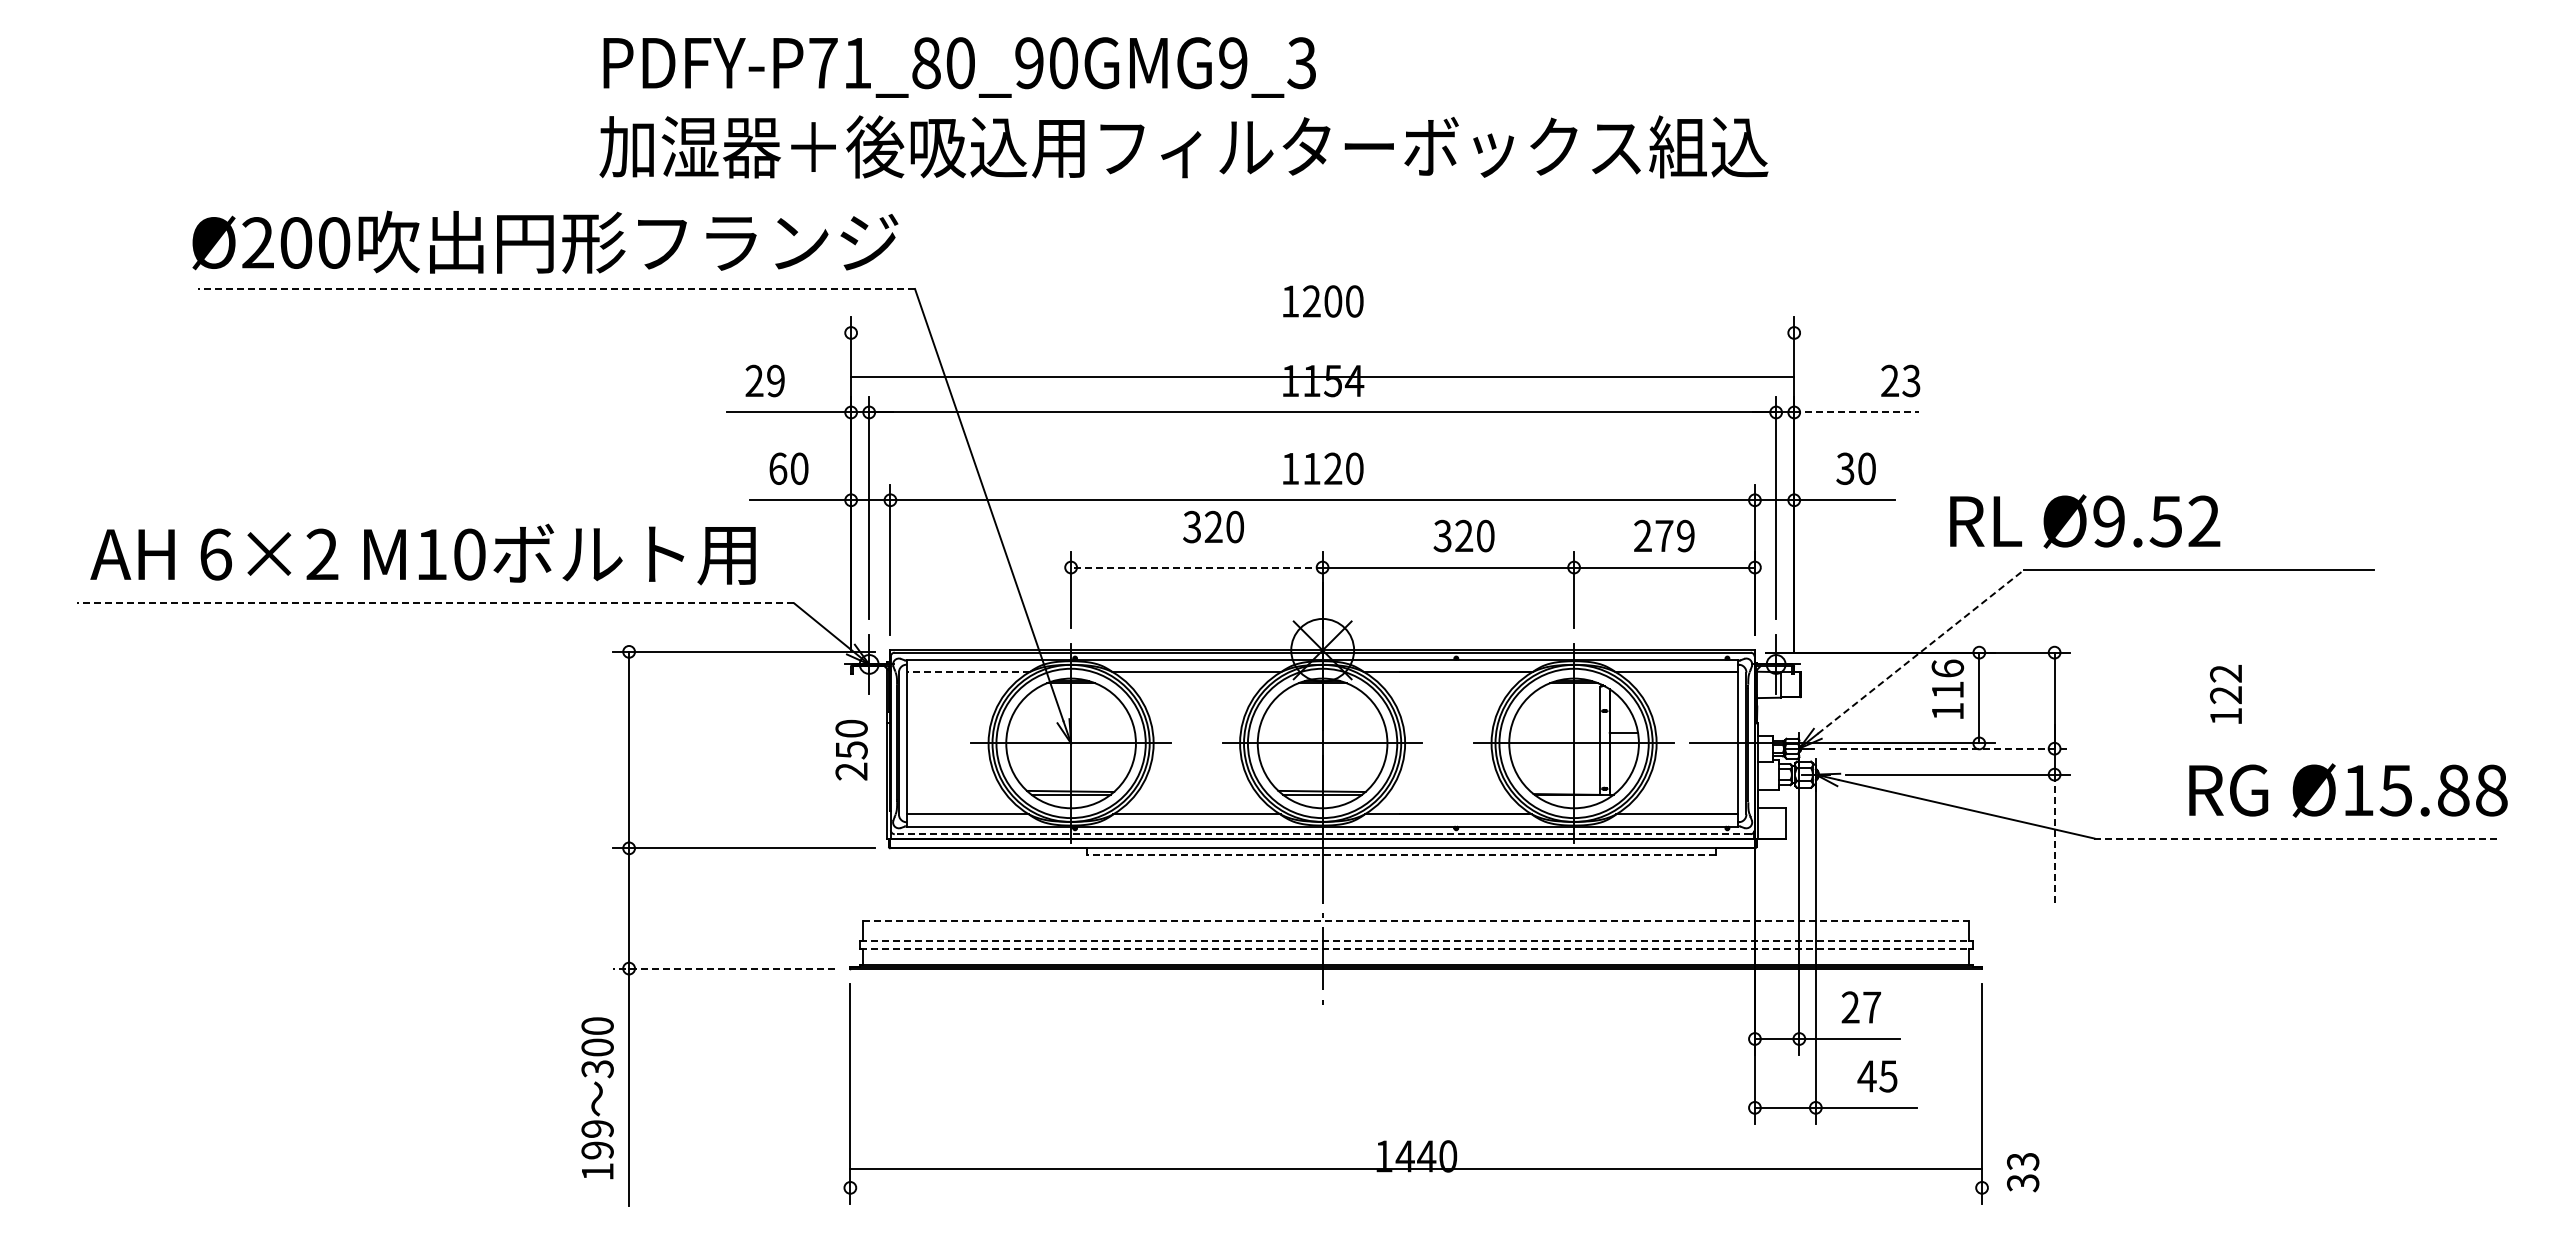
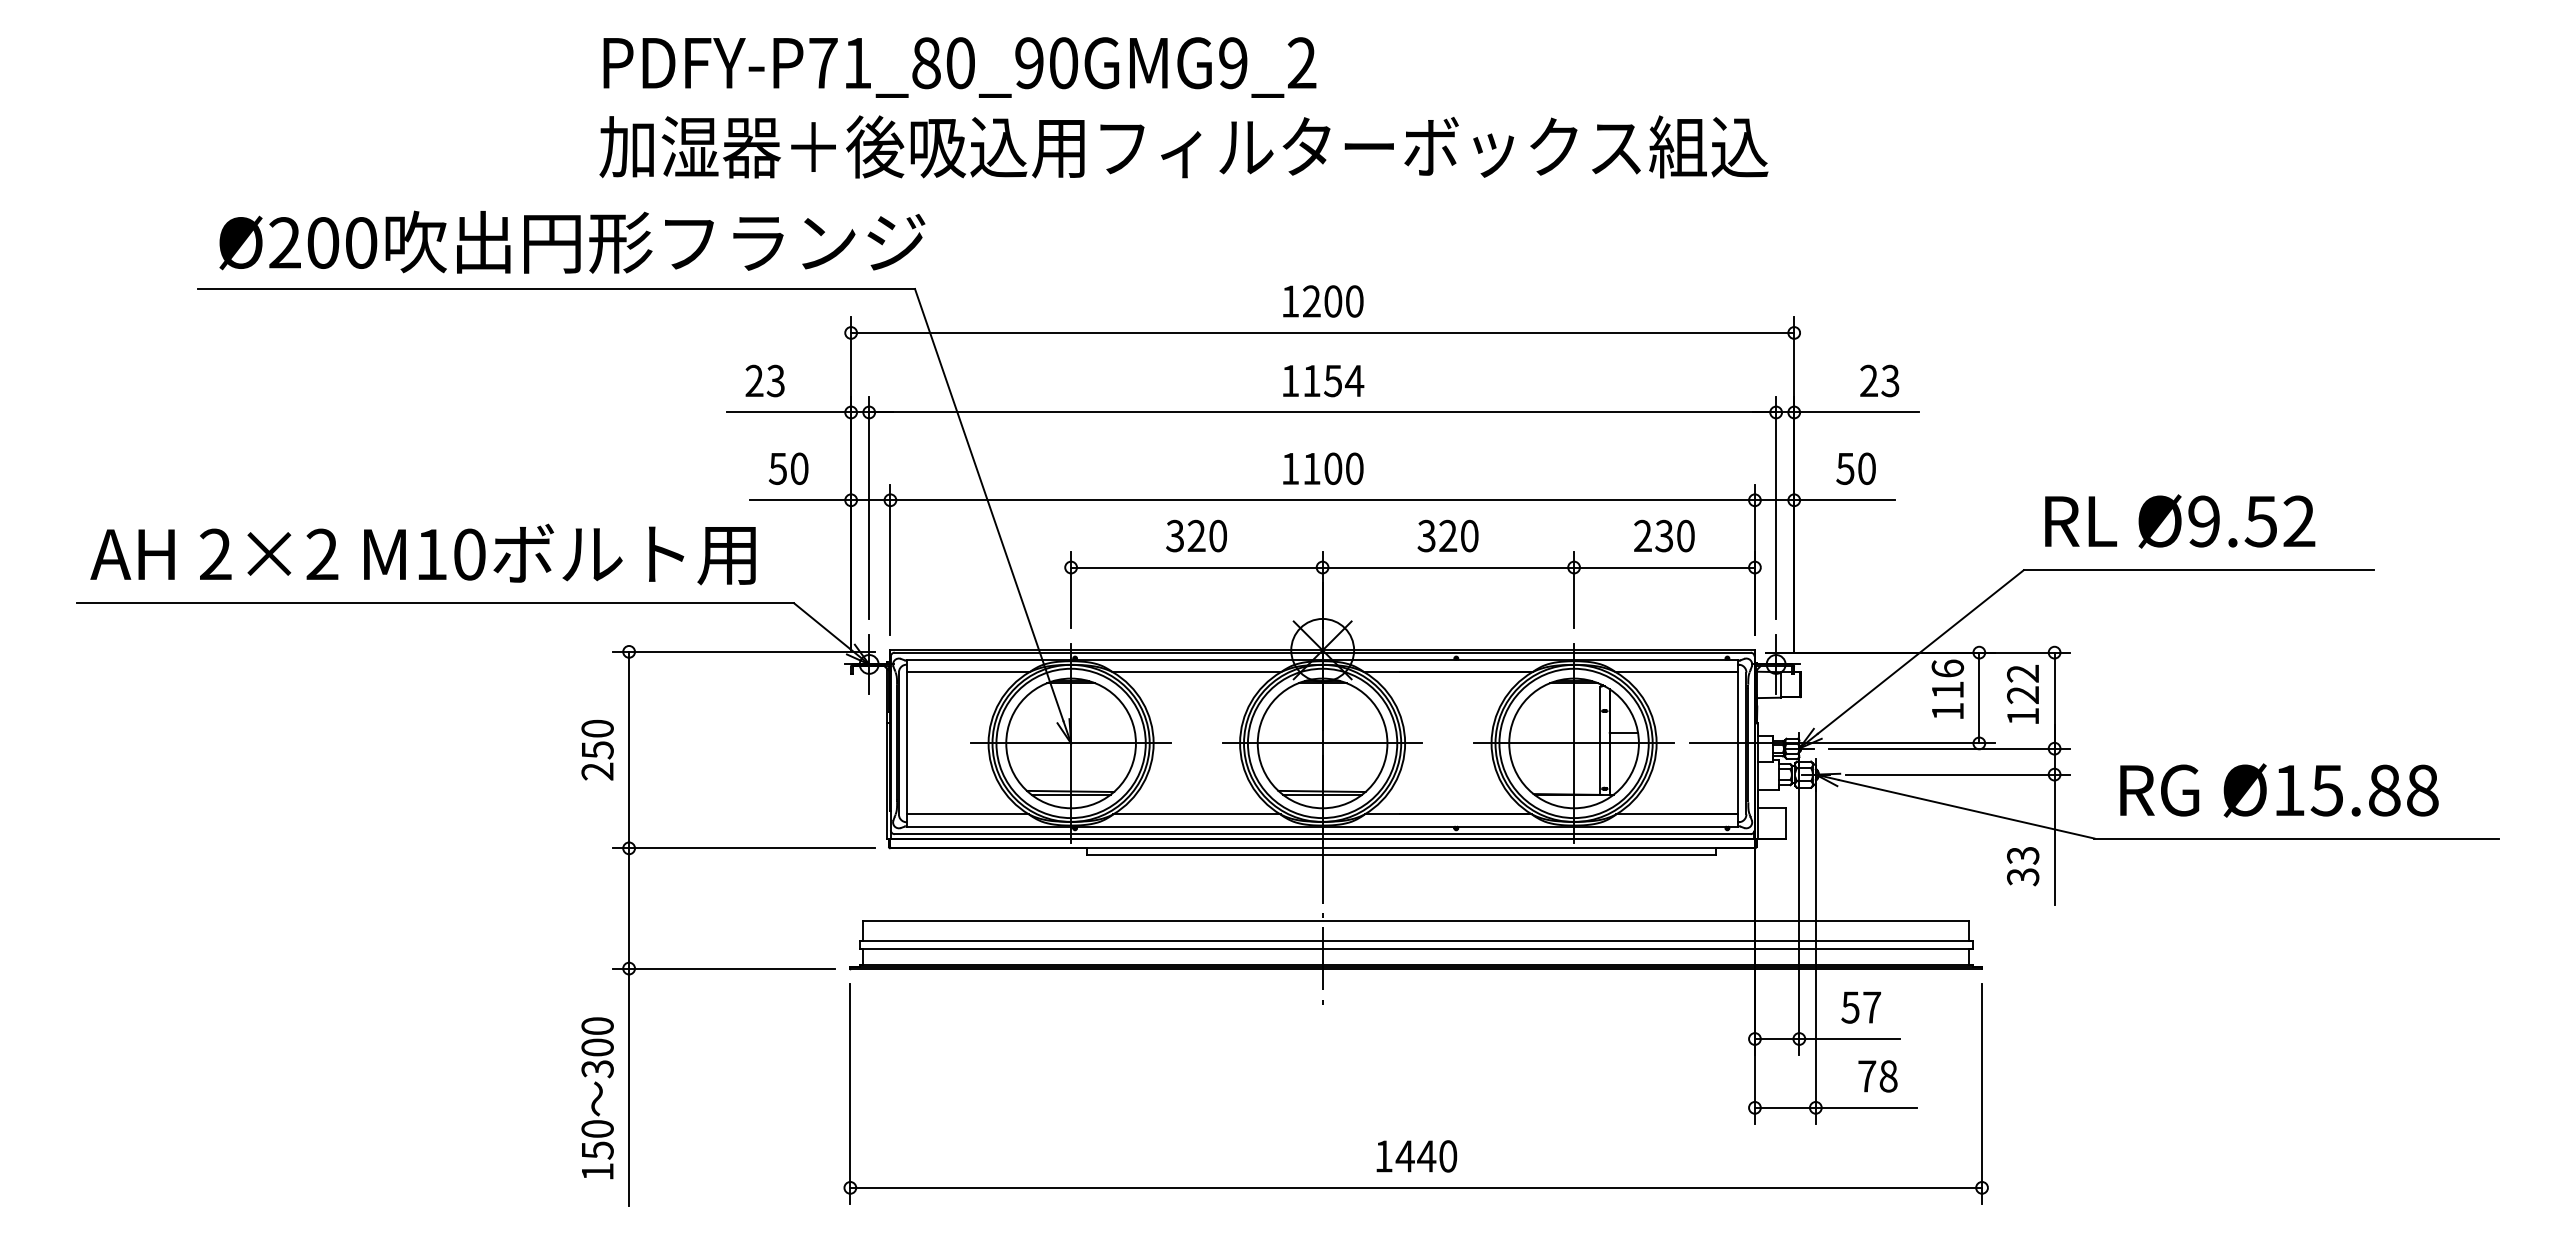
text at (1301, 63): PDFY-P71_80_90GMG9_3 -> PDFY-P71_80_90GMG9_2
text at (545, 241) position: (545, 241) -> (572, 241)
line at (556, 289): dashed -> solid
line at (1322, 376) position: (1322, 376) -> (1322, 332)
text at (1900, 380) position: (1900, 380) -> (1879, 380)
text at (775, 381): 29 -> 23
line at (1856, 412): dashed -> solid
text at (777, 468): 60 -> 50
text at (1333, 468): 1120 -> 1100
text at (1845, 468): 30 -> 50
text at (2085, 521) position: (2085, 521) -> (2180, 521)
text at (1213, 526) position: (1213, 526) -> (1196, 535)
text at (1463, 535) position: (1463, 535) -> (1447, 535)
text at (1674, 535): 279 -> 230
text at (215, 554): 6×2 -> 2×2
line at (1196, 567): dashed -> solid
line at (435, 603): dashed -> solid
line at (1920, 652): dashed -> solid
line at (967, 672): dashed -> solid
text at (2225, 694) position: (2225, 694) -> (2022, 694)
line at (1950, 748): dashed -> solid
text at (851, 750) position: (851, 750) -> (597, 750)
text at (2348, 790) position: (2348, 790) -> (2279, 790)
line at (1322, 834): dashed -> solid
line at (2297, 838): dashed -> solid
line at (2054, 840): dashed -> solid
line at (1400, 854): dashed -> solid
line at (1416, 921): dashed -> solid
line at (1416, 940): dashed -> solid
line at (1416, 948): dashed -> solid
line at (724, 968): dashed -> solid
text at (1850, 1007): 27 -> 57
text at (1877, 1076): 45 -> 78
text at (597, 1139): 199 -> 150
line at (1416, 1168) position: (1416, 1168) -> (1416, 1187)
text at (2023, 1172) position: (2023, 1172) -> (2023, 866)
